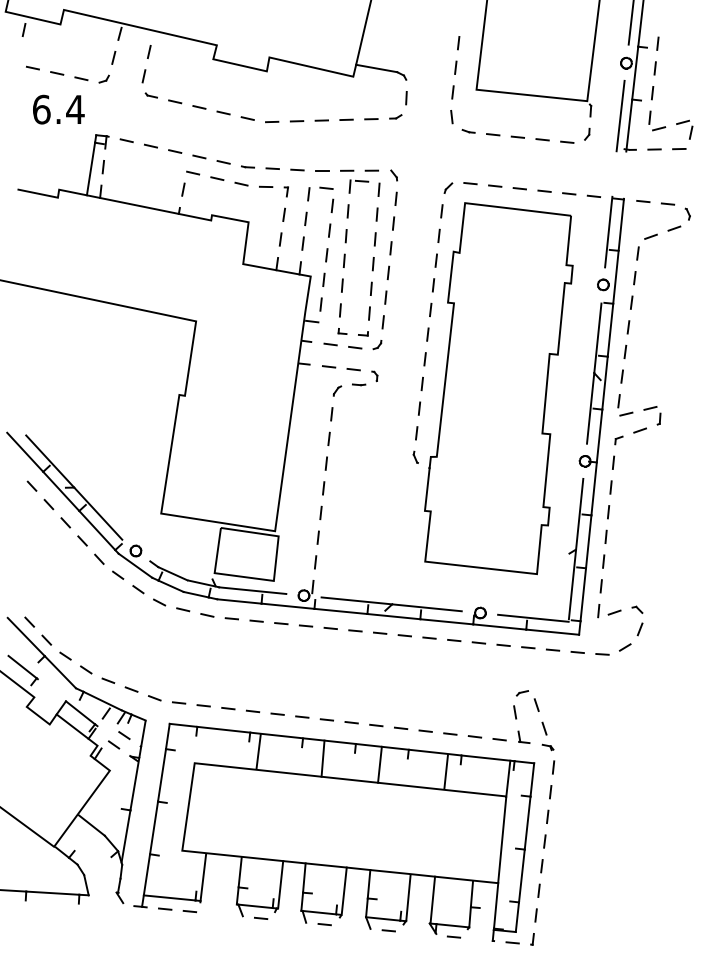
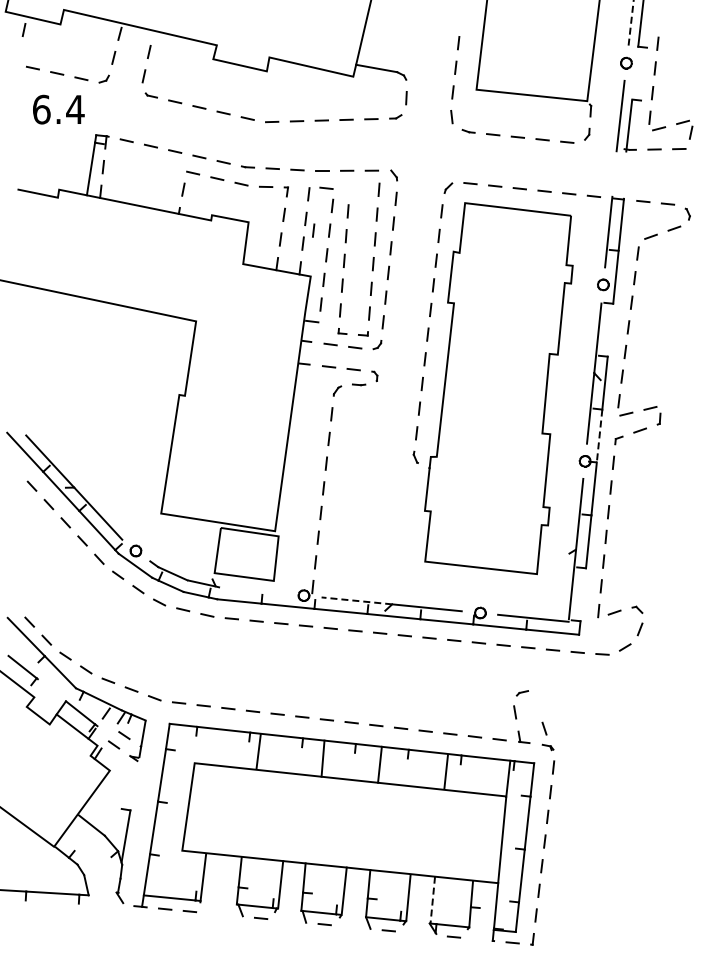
line at (631, 22): solid -> dashed
line at (635, 72): present -> none
part at (358, 186): present -> none
line at (313, 230): none -> present
line at (610, 329): present -> none
line at (599, 436): solid -> dashed
line at (252, 590): present -> none
line at (583, 594): present -> none
line at (356, 600): solid -> dashed
line at (536, 704): present -> none
line at (134, 783): present -> none
line at (432, 900): solid -> dashed
